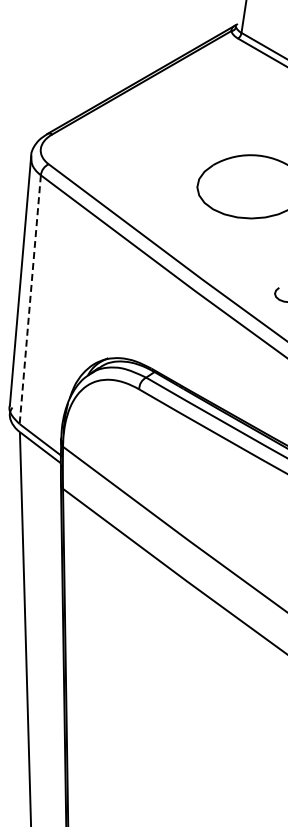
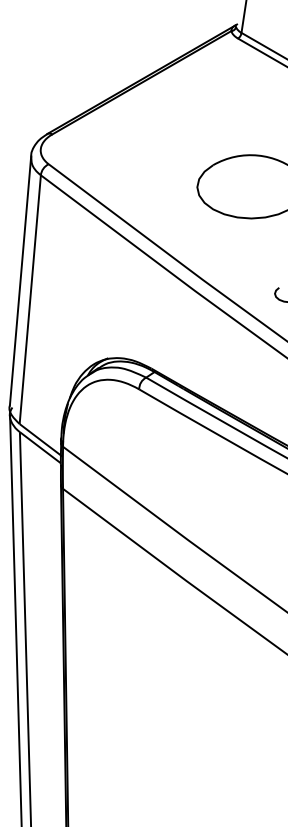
line at (30, 299): dashed -> solid
line at (15, 619): none -> present
